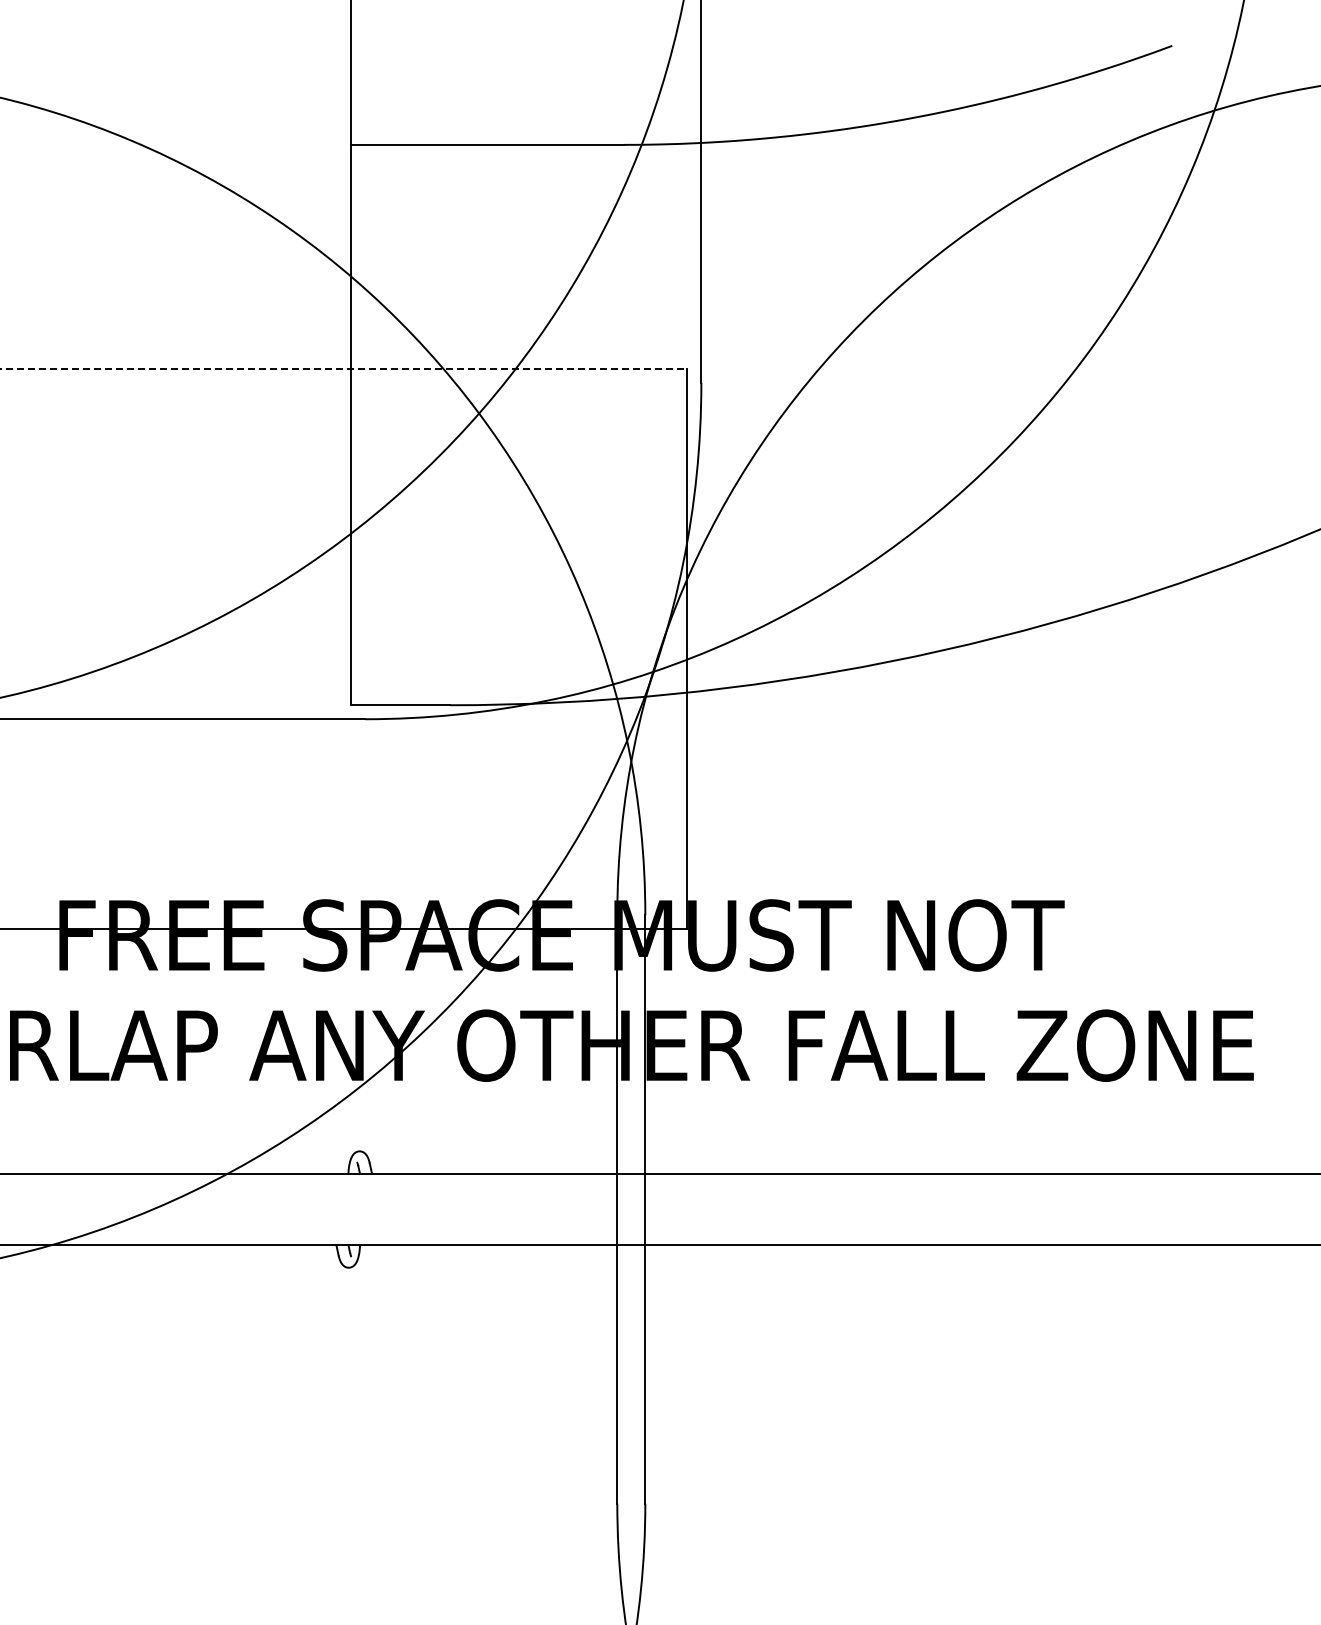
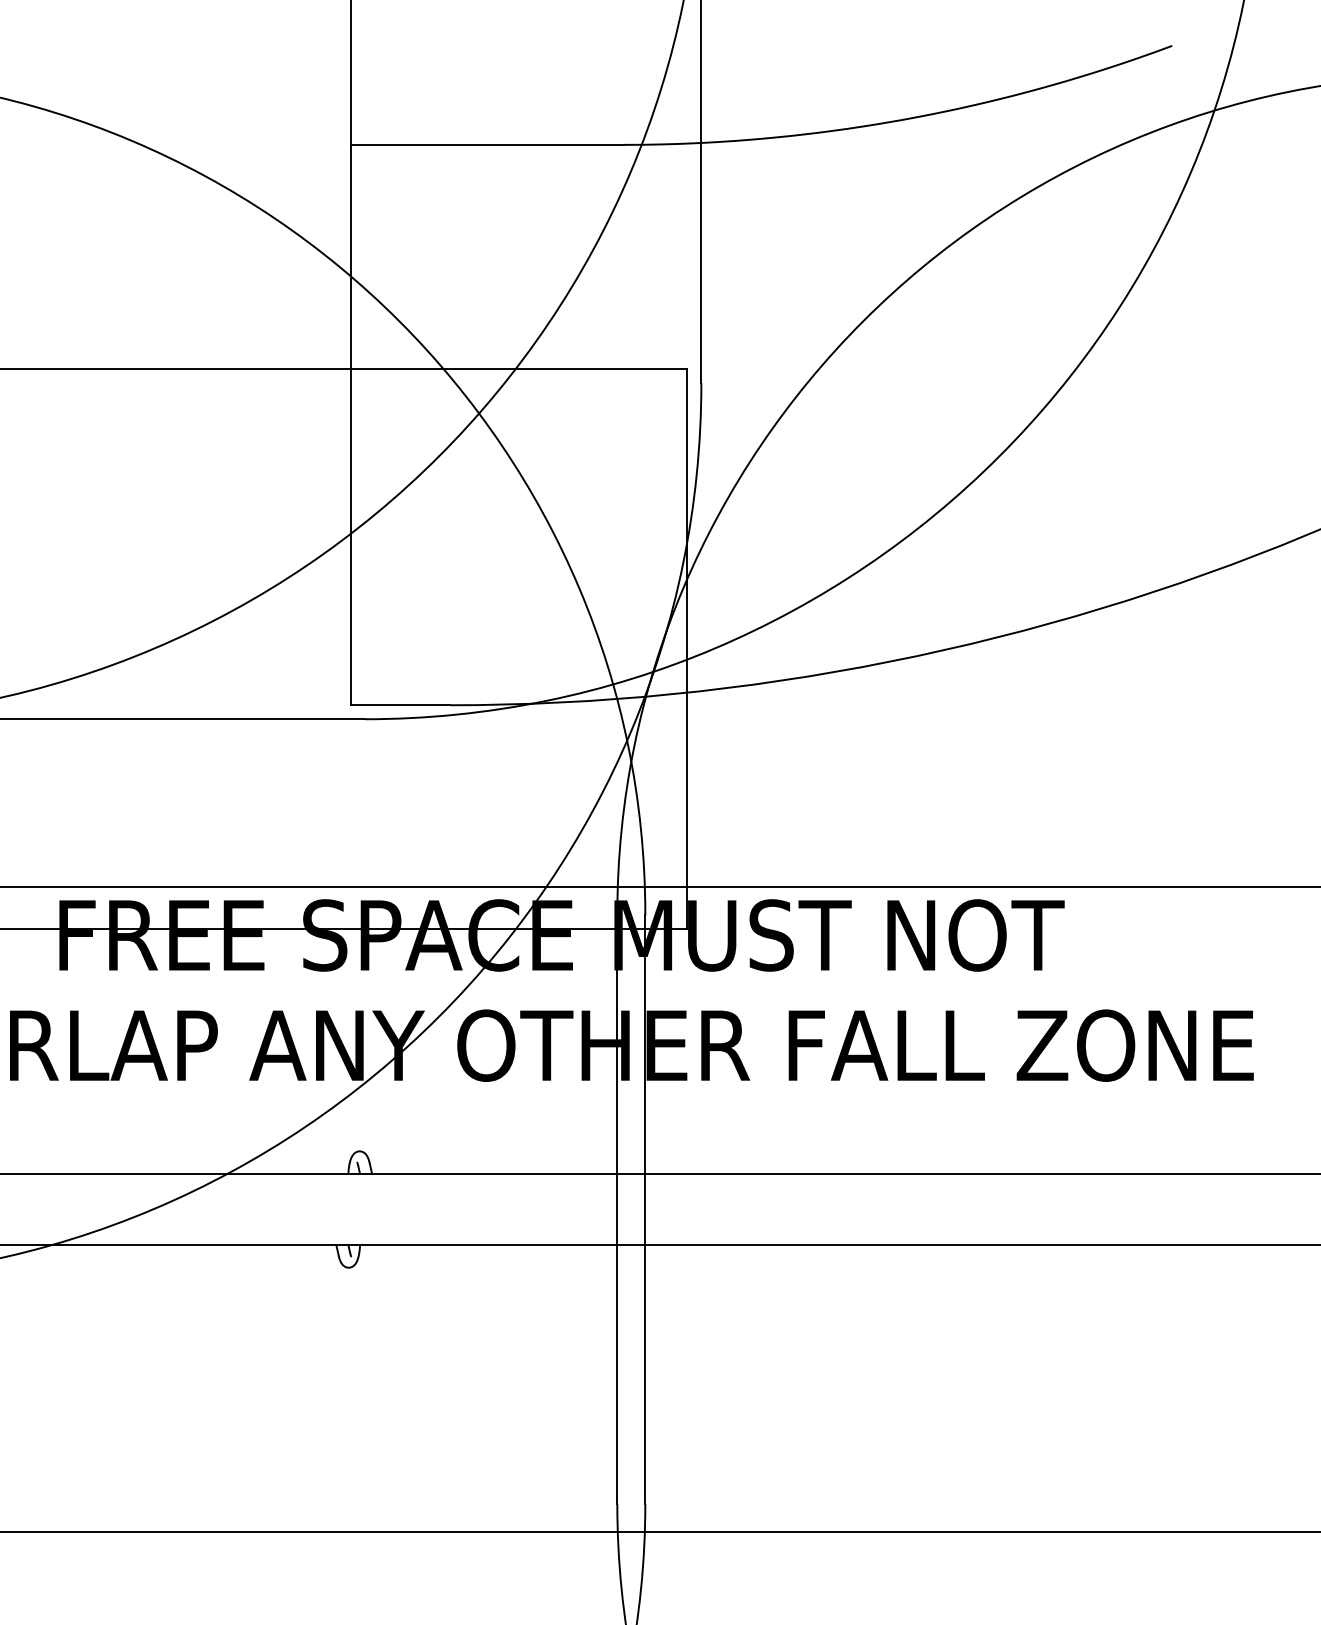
line at (344, 369): dashed -> solid
line at (659, 887): none -> present
line at (659, 1531): none -> present
